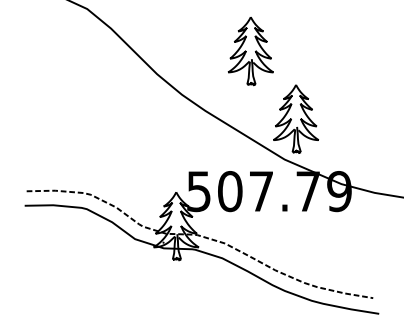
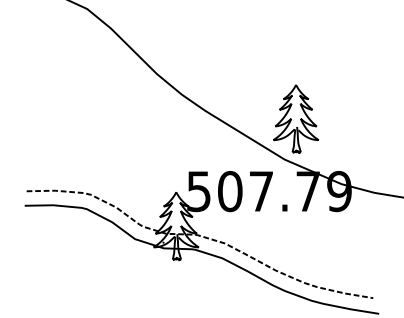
part at (250, 51): present -> none
